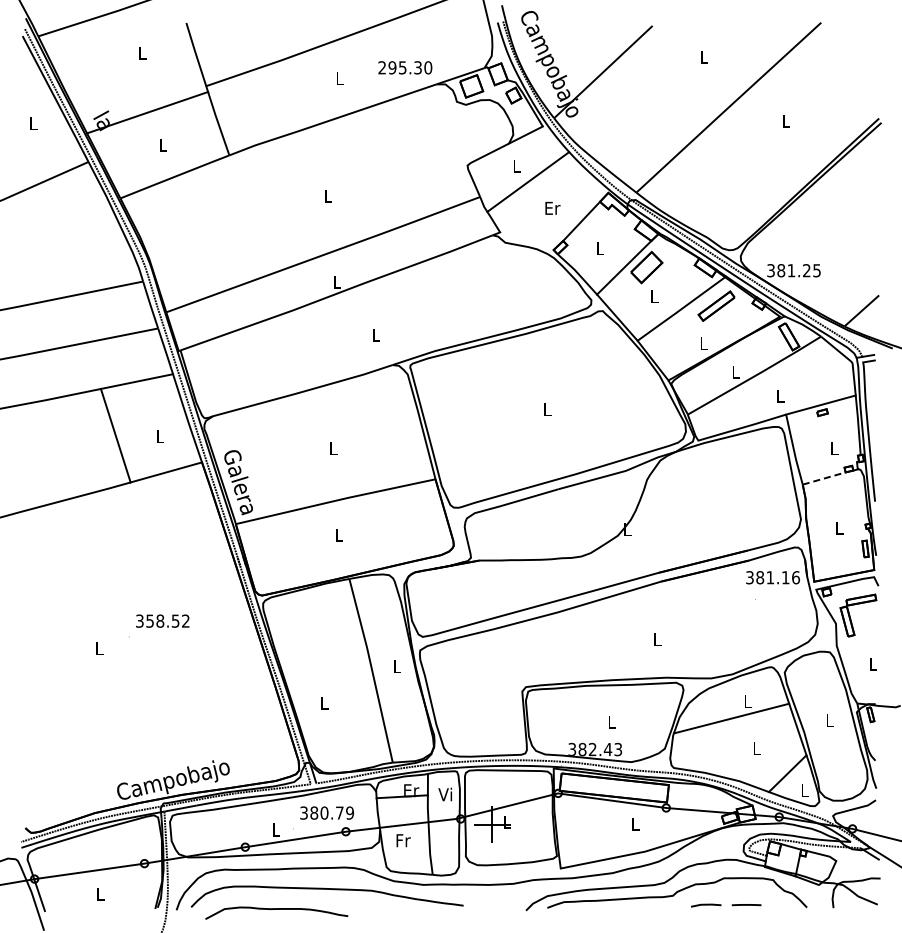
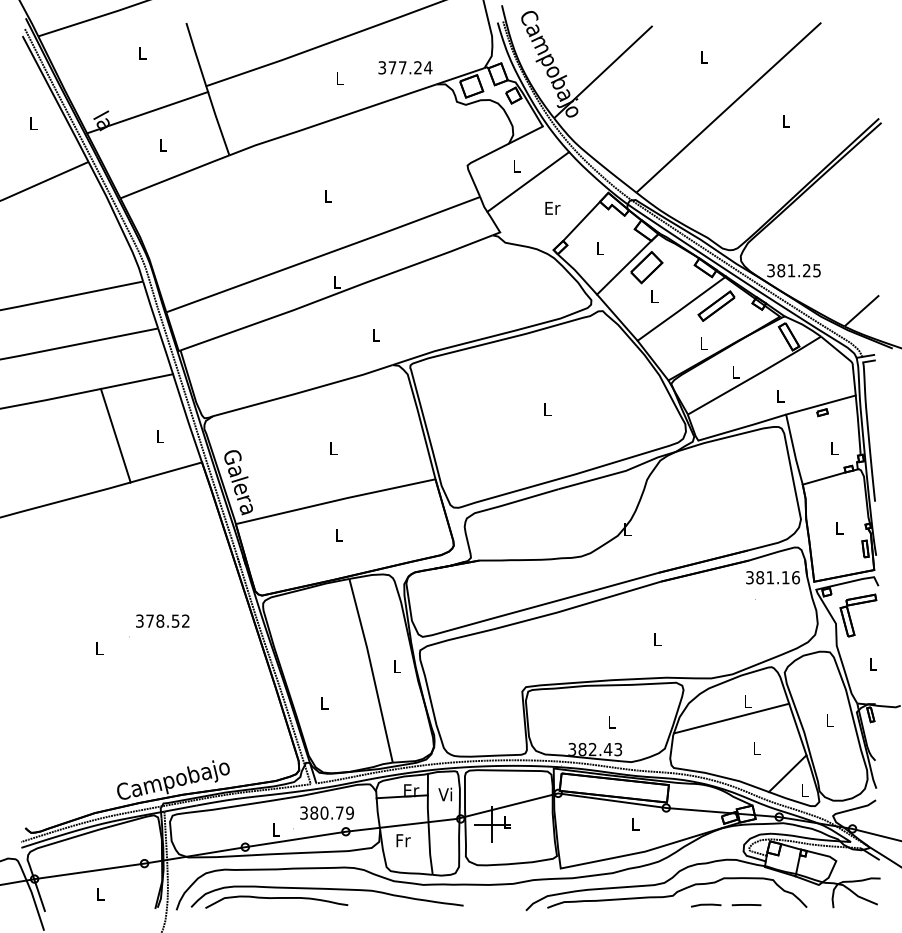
text at (405, 67): 295.30 -> 377.24
line at (824, 478): dashed -> solid
text at (149, 620): 358.52 -> 378.52
curve at (276, 909) position: (276, 909) -> (276, 898)
